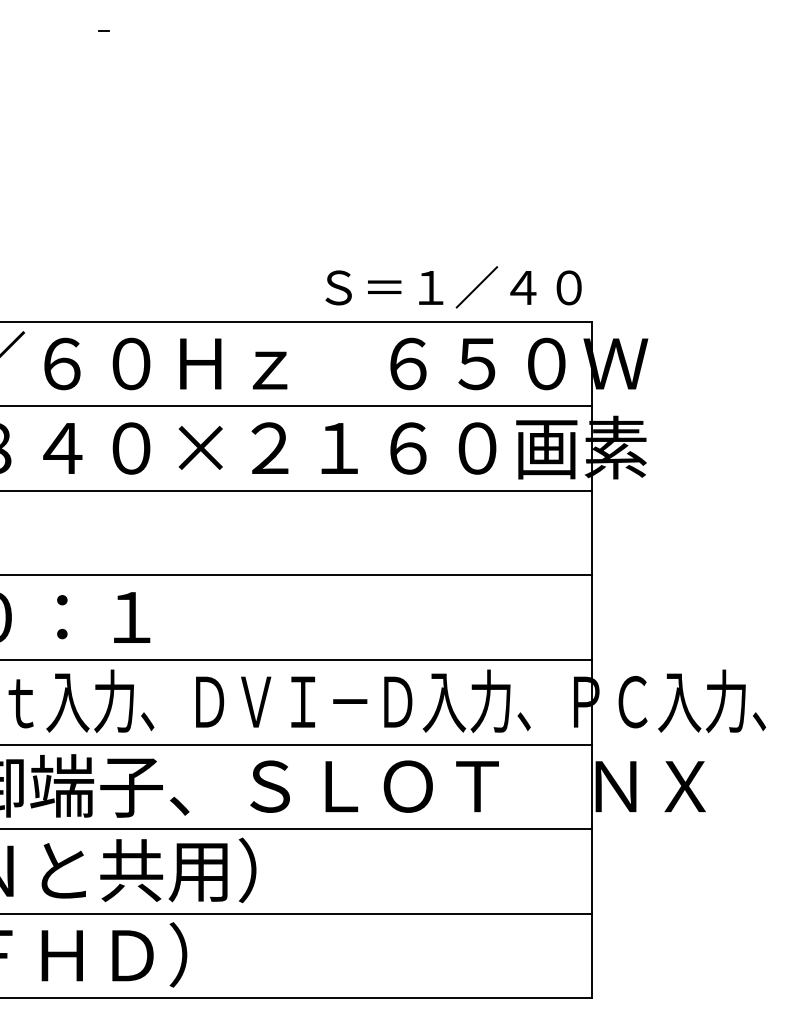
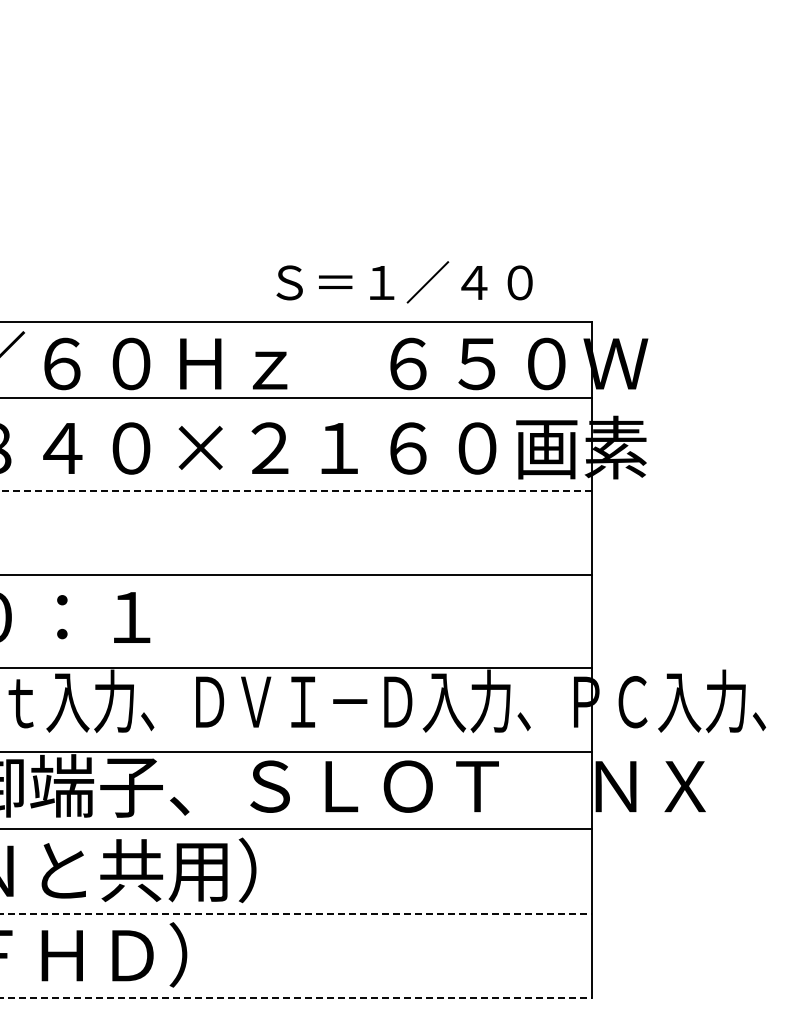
line at (103, 30): present -> none
text at (453, 287) position: (453, 287) -> (404, 282)
line at (297, 406) position: (297, 406) -> (297, 398)
line at (296, 490): solid -> dashed
line at (297, 659) position: (297, 659) -> (297, 667)
line at (297, 744) position: (297, 744) -> (297, 751)
line at (296, 913): solid -> dashed
line at (296, 998): solid -> dashed
